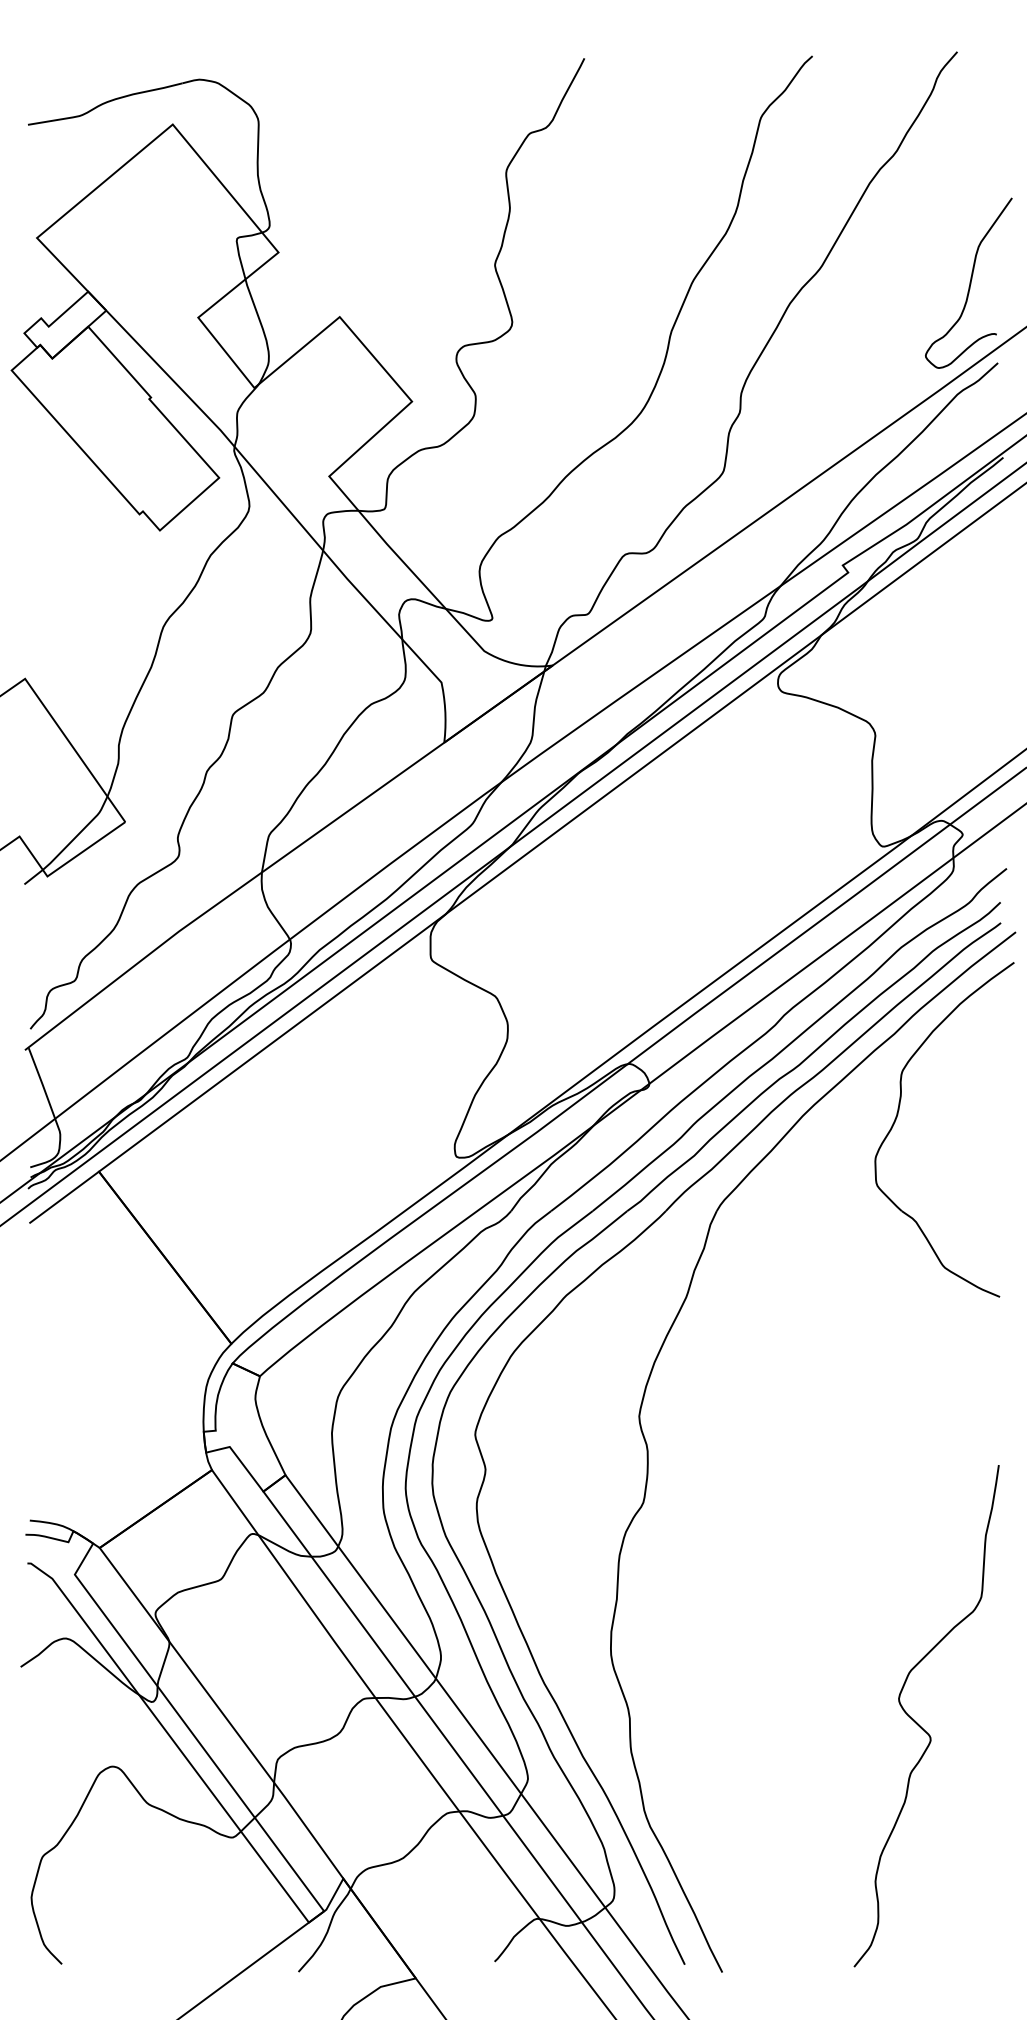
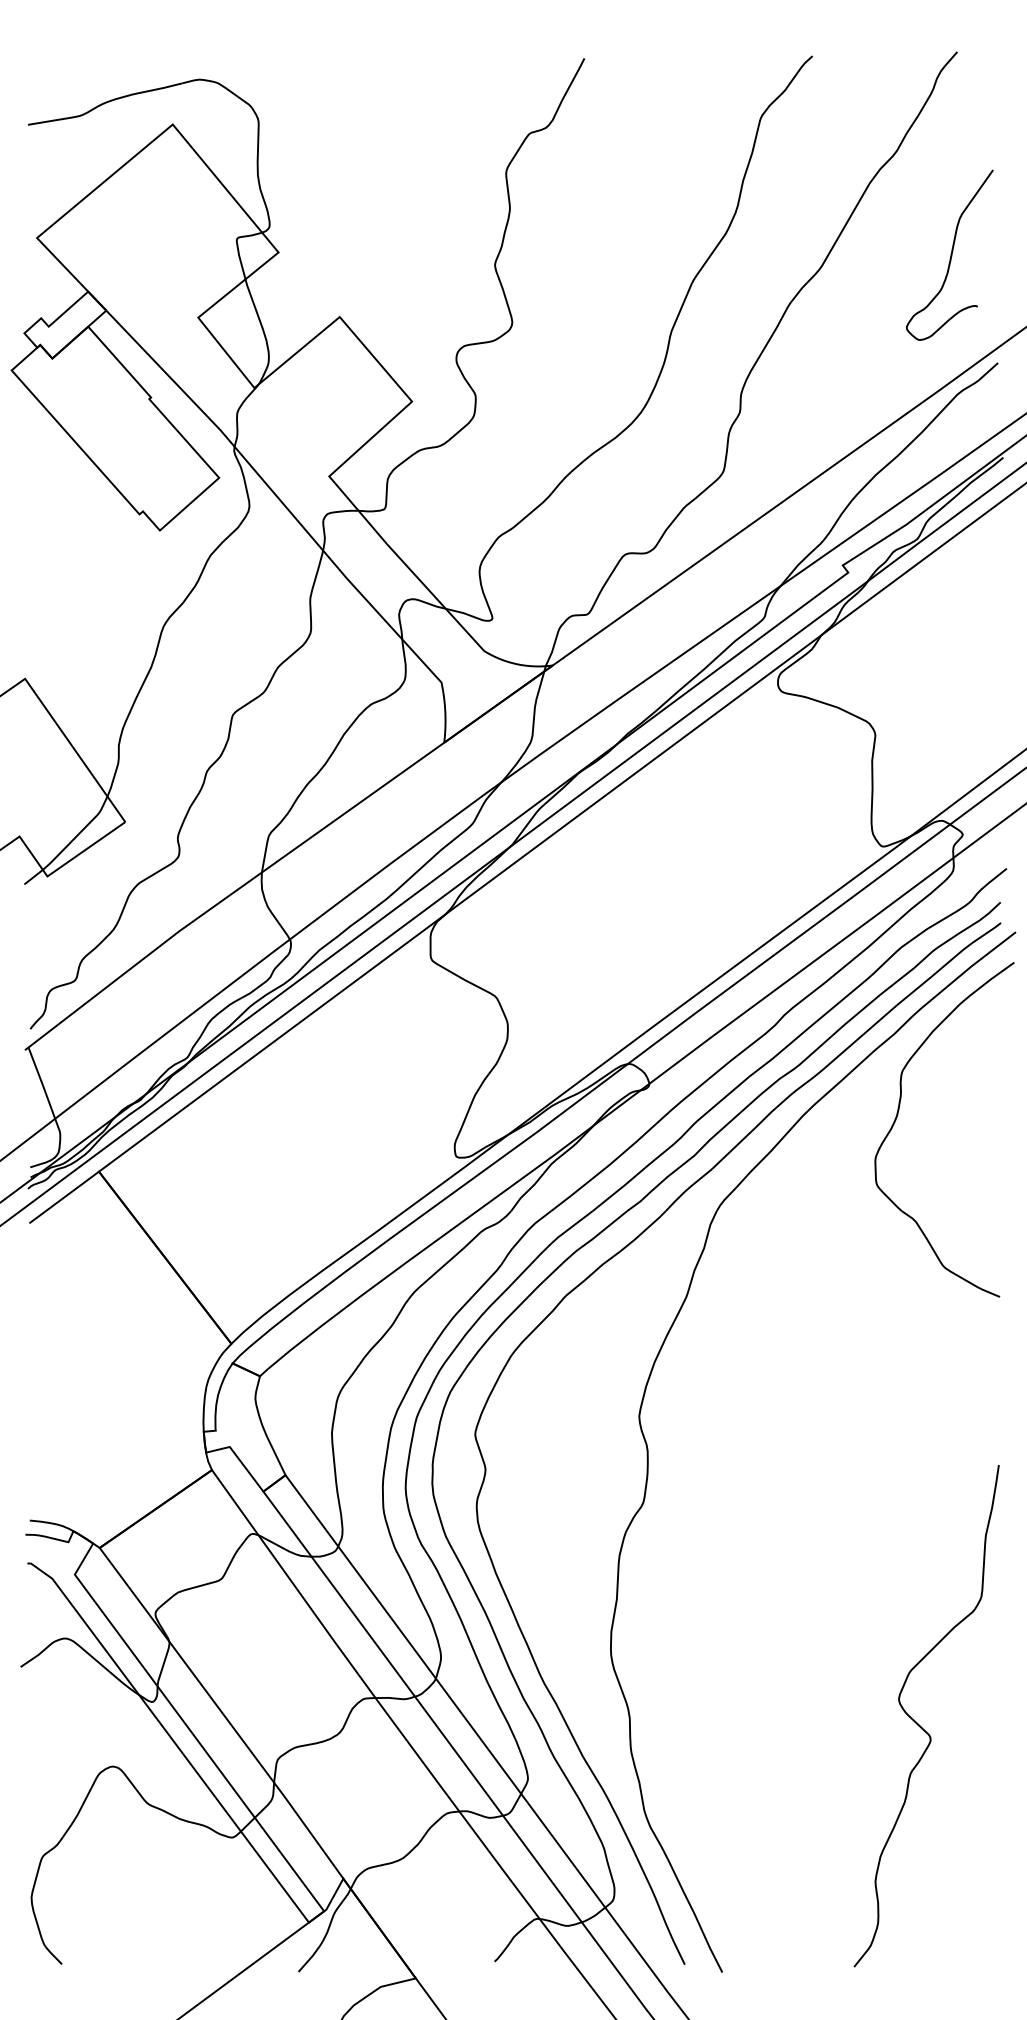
curve at (969, 282) position: (969, 282) -> (950, 254)
